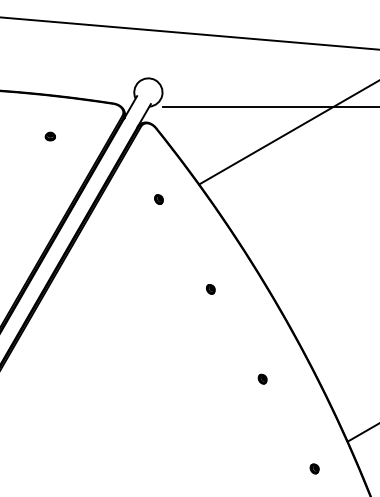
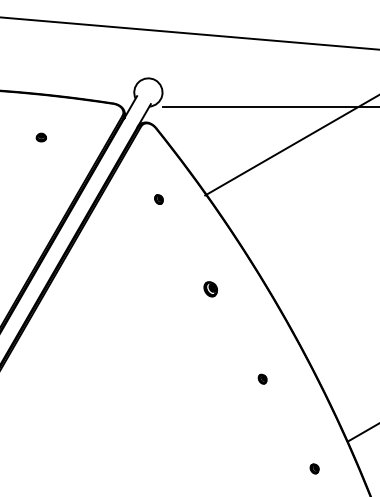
line at (287, 132) position: (287, 132) -> (290, 145)
part at (49, 136) position: (49, 136) -> (40, 137)
part at (210, 289) size: 10x11 px -> 15x17 px
